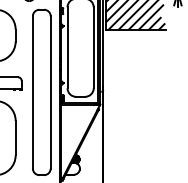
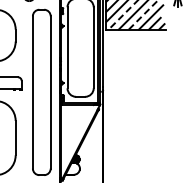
line at (123, 14): solid -> dashed
line at (143, 14): solid -> dashed
